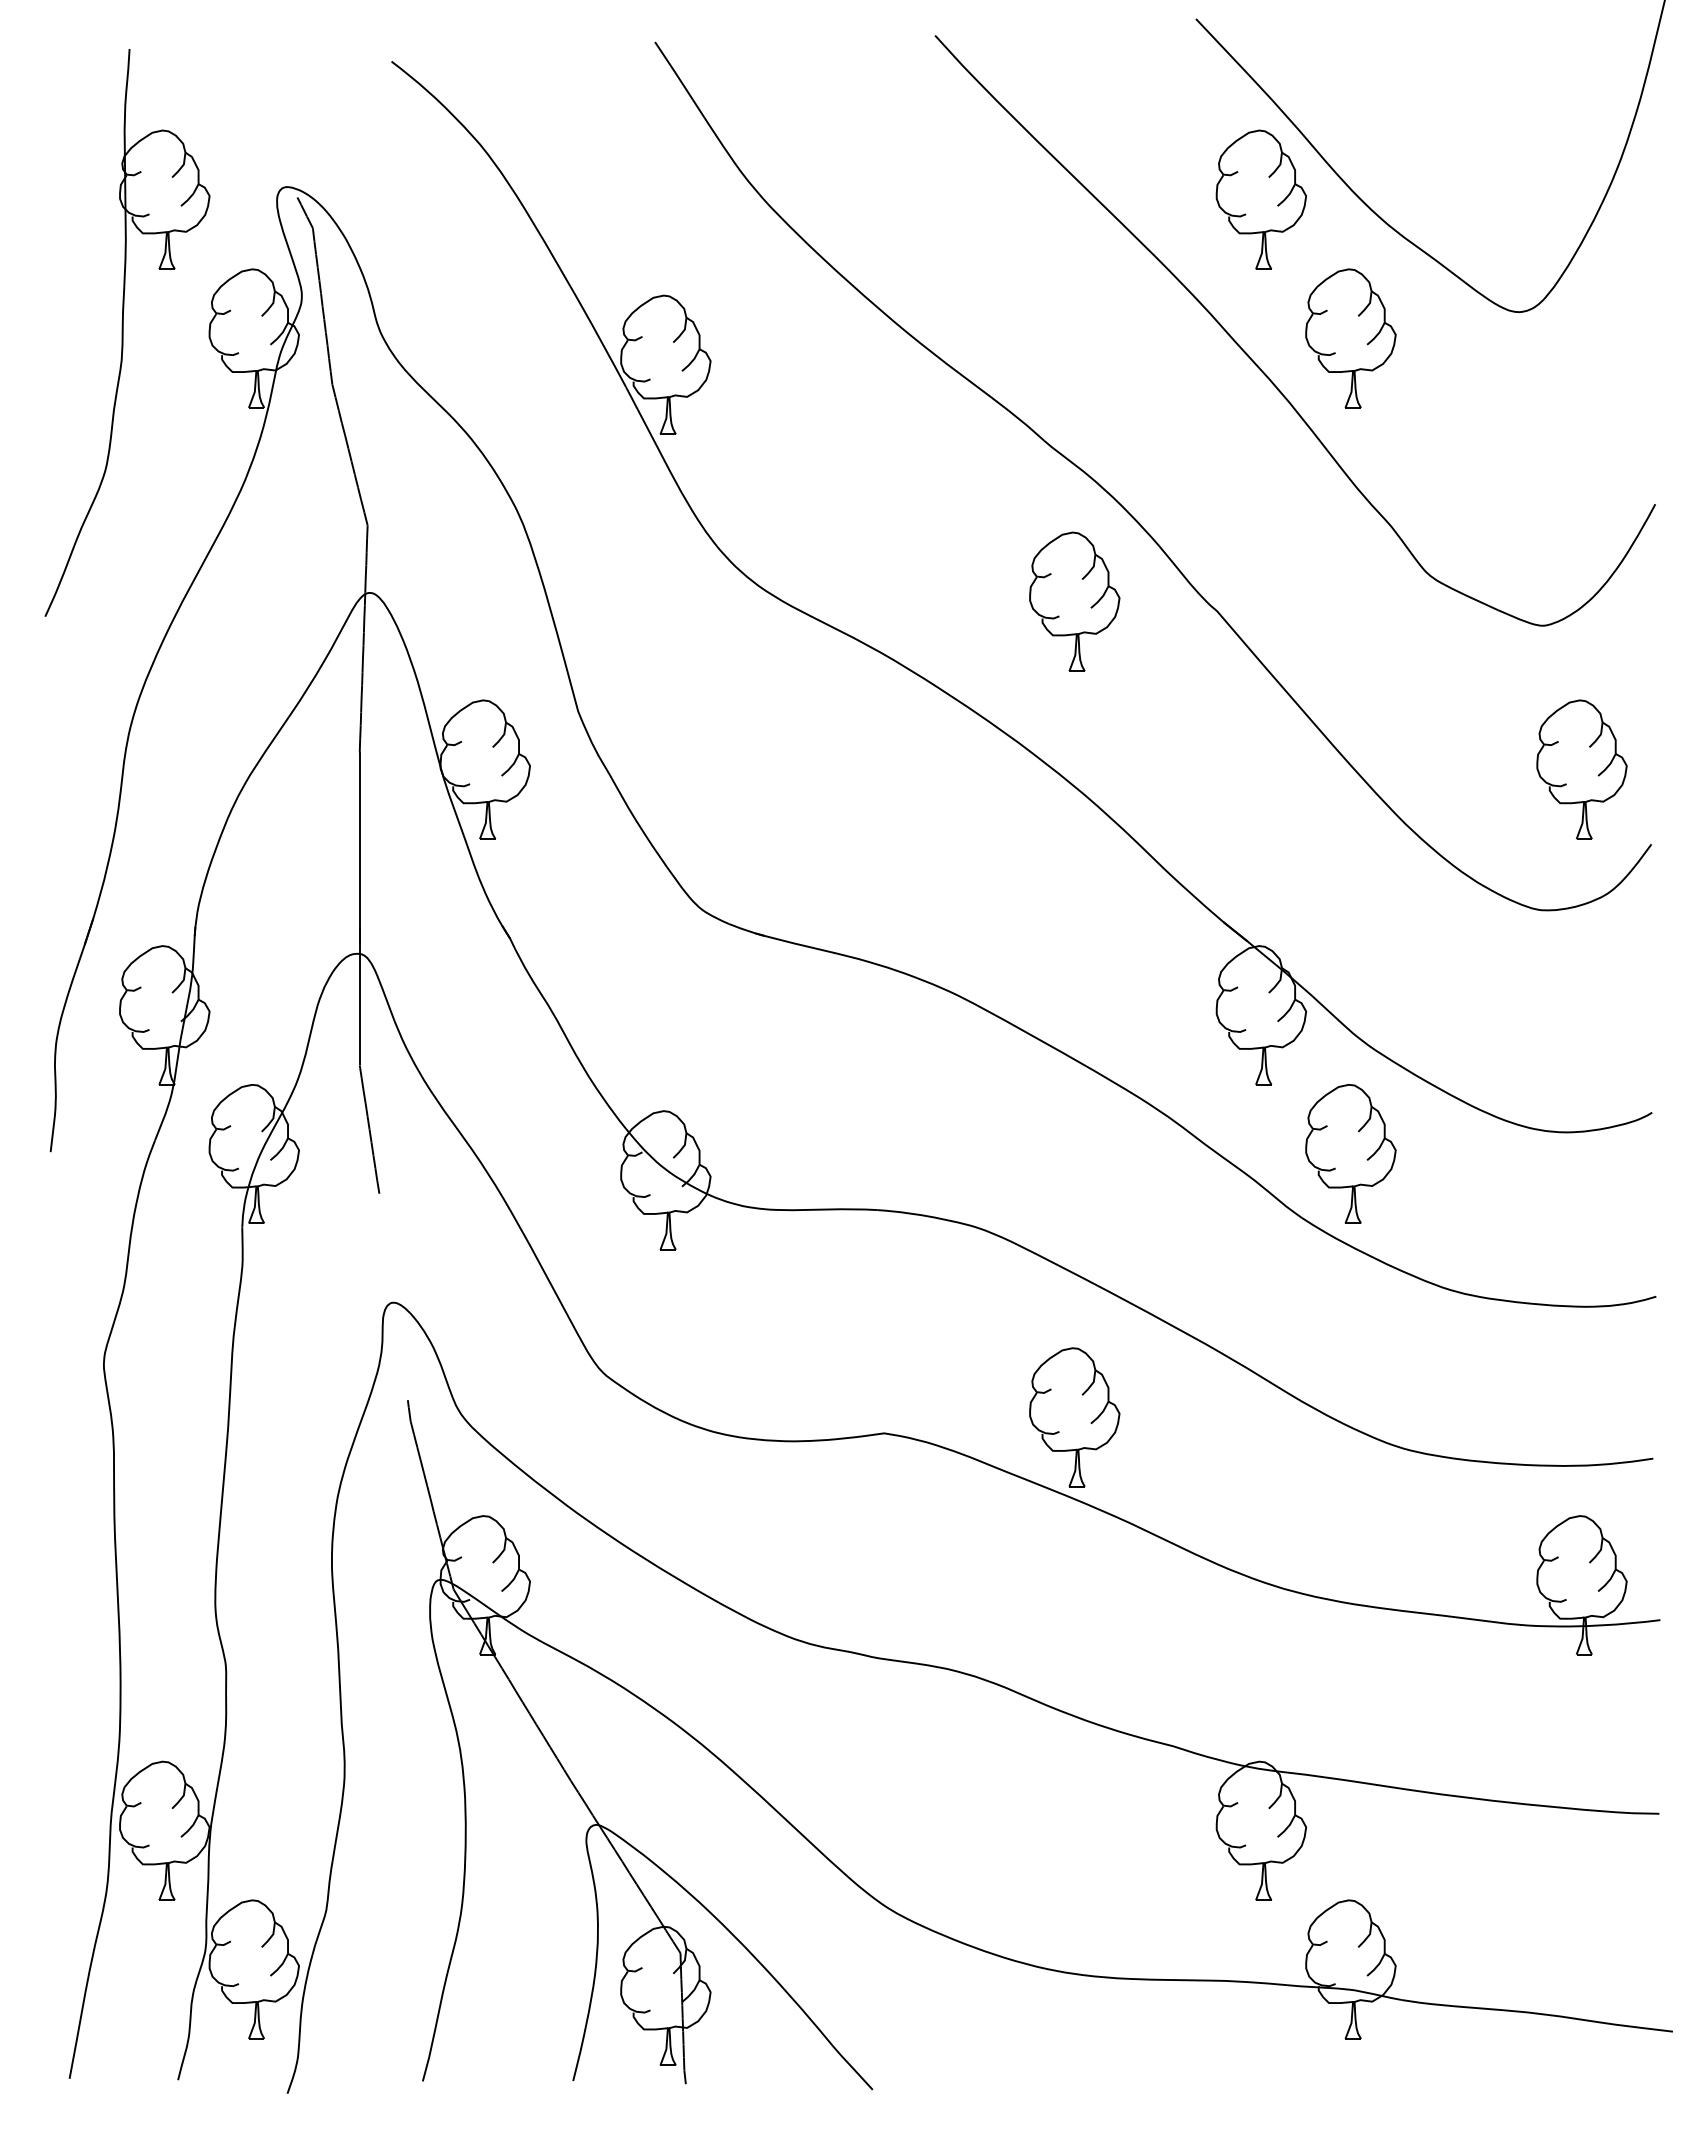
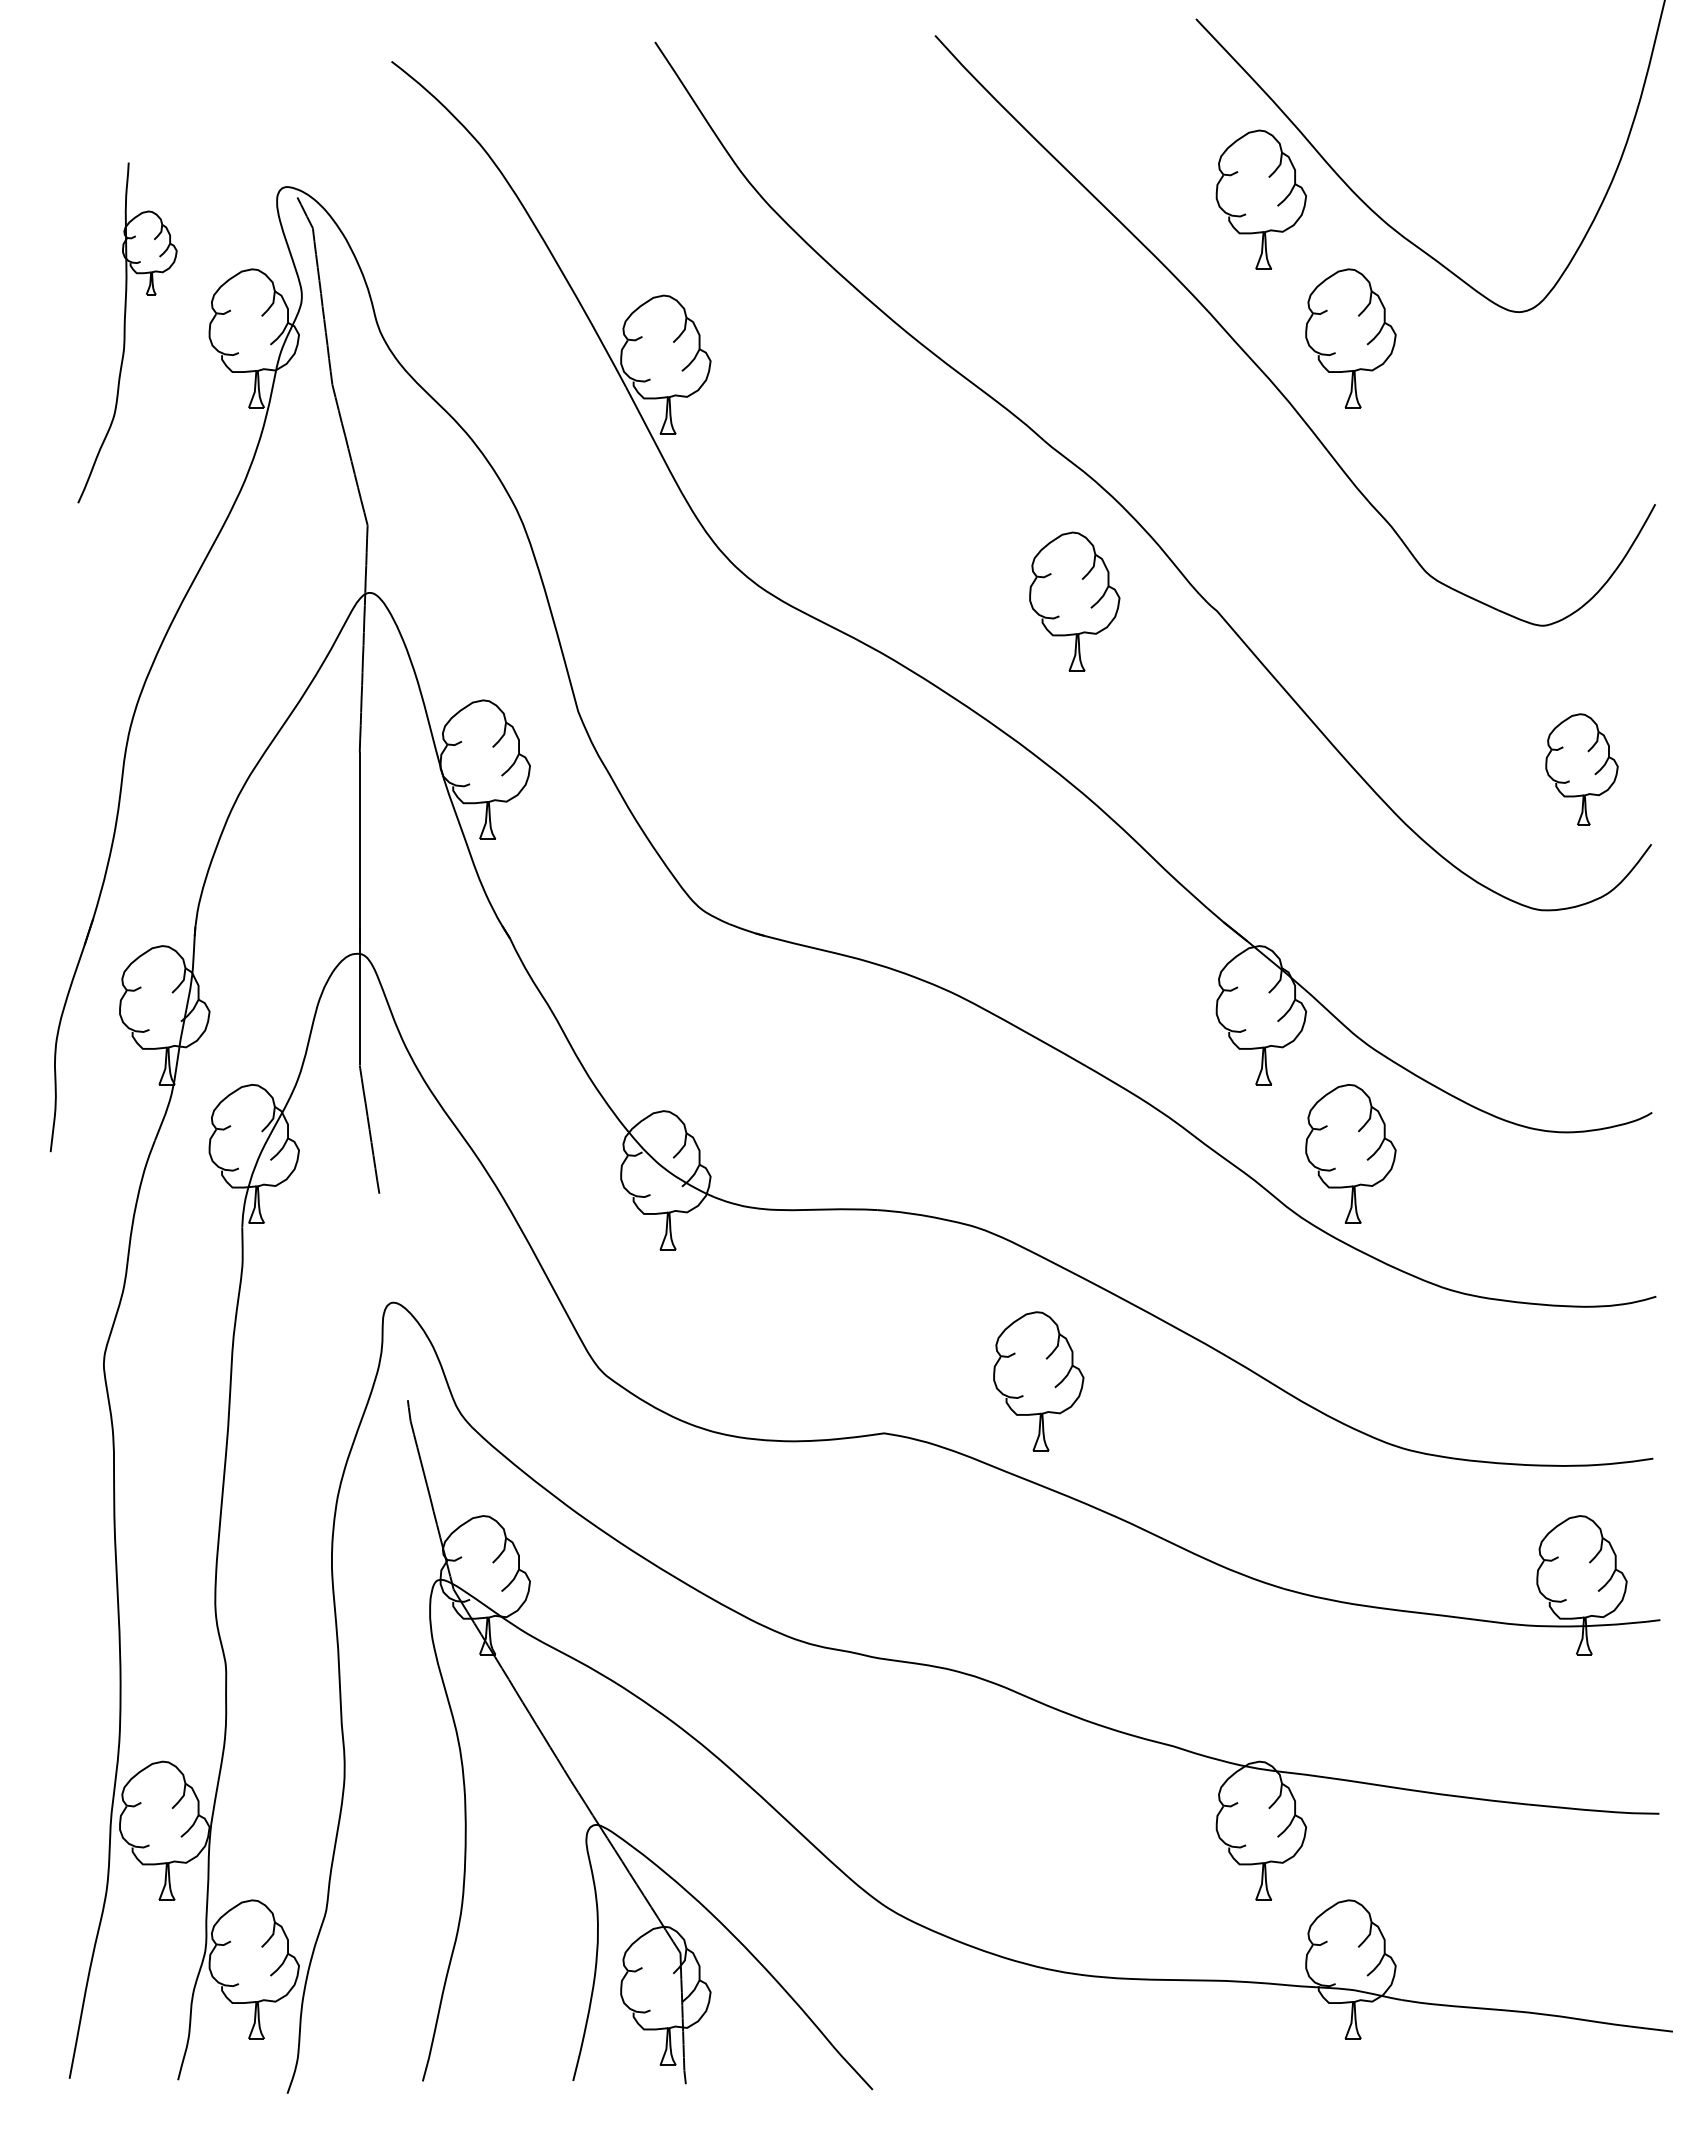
part at (127, 332) size: 167x568 px -> 101x342 px
part at (1581, 769) size: 92x141 px -> 74x113 px
part at (1074, 1417) position: (1074, 1417) -> (1038, 1381)
